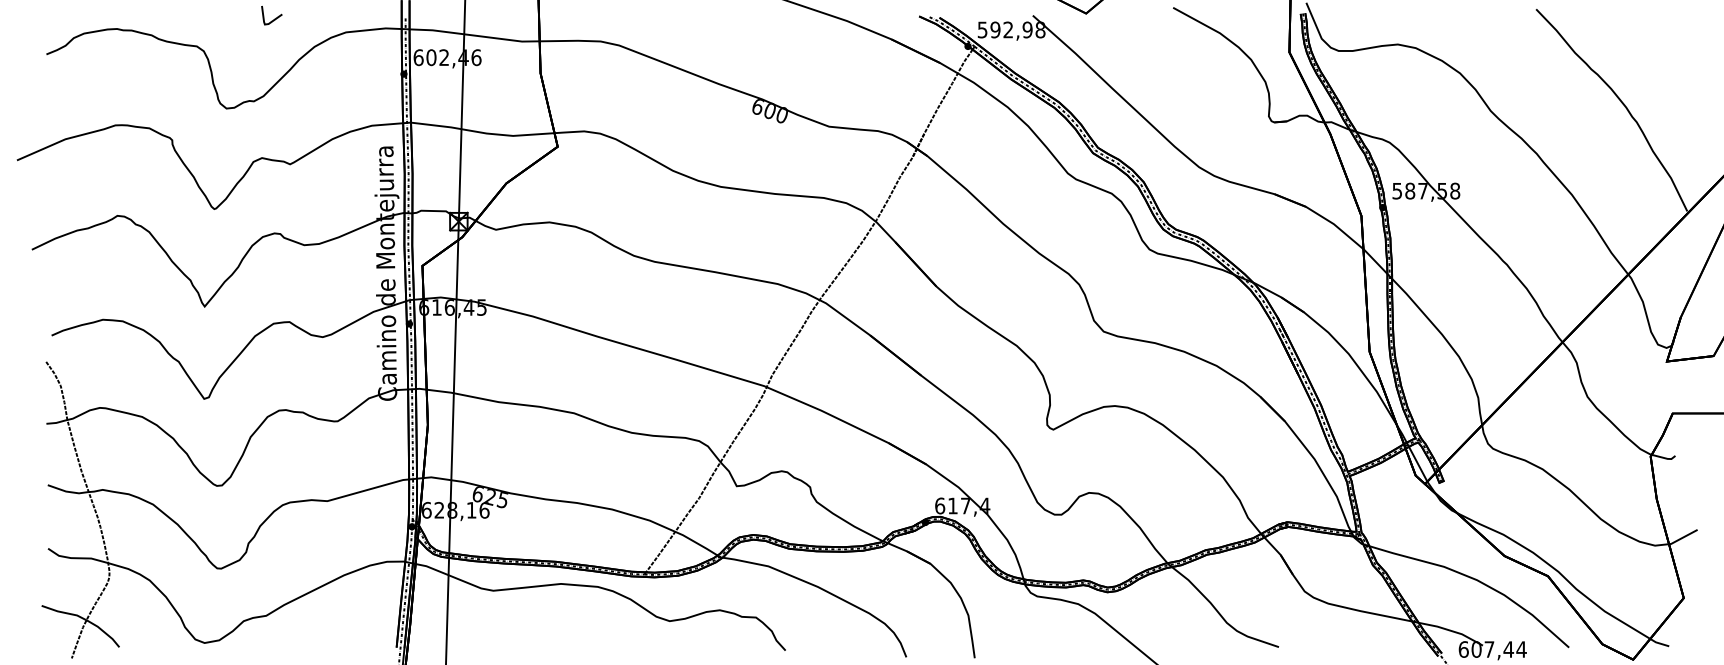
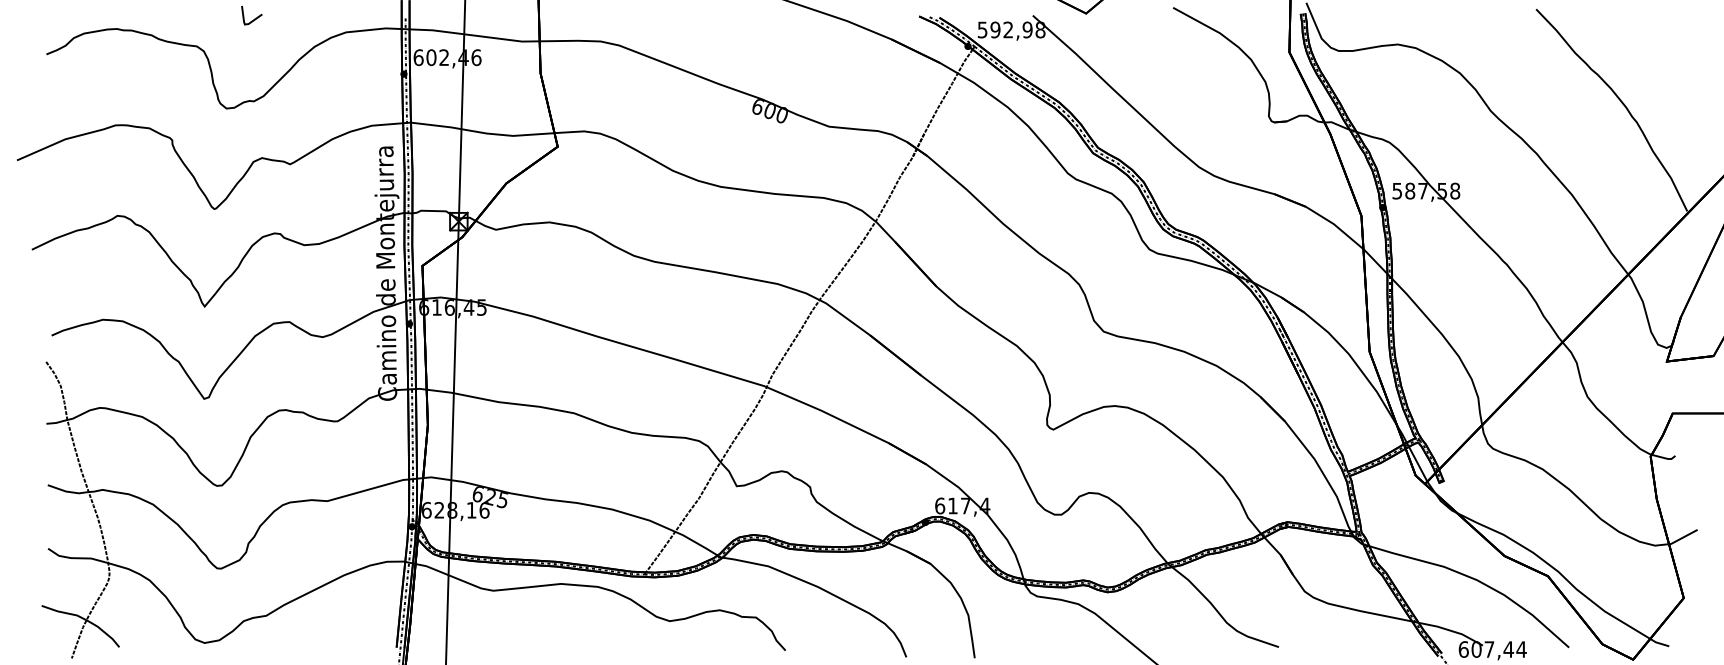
line at (274, 18) position: (274, 18) -> (254, 18)
